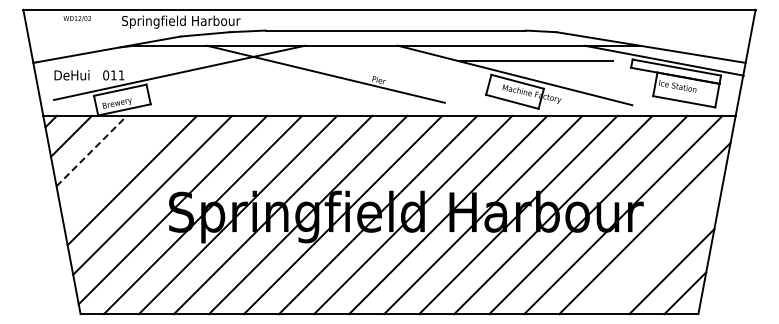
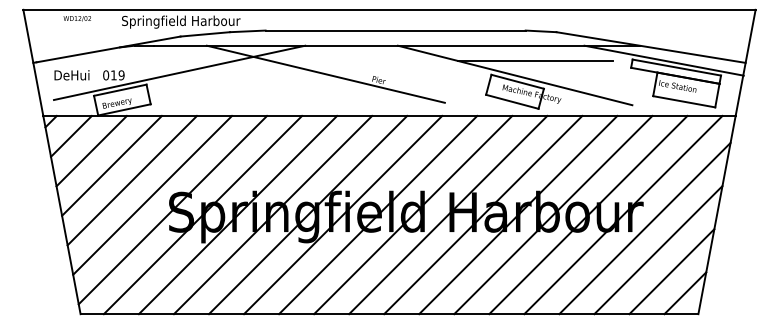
text at (121, 75): 011 -> 019
line at (91, 151): dashed -> solid
line at (111, 165): none -> present
line at (658, 250): none -> present
